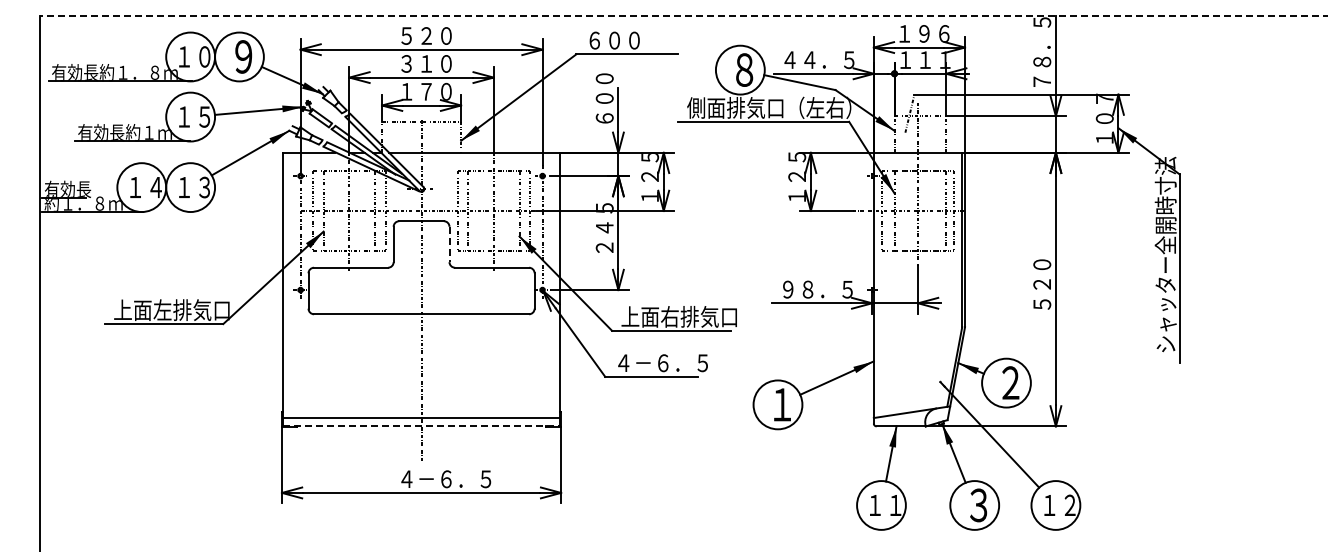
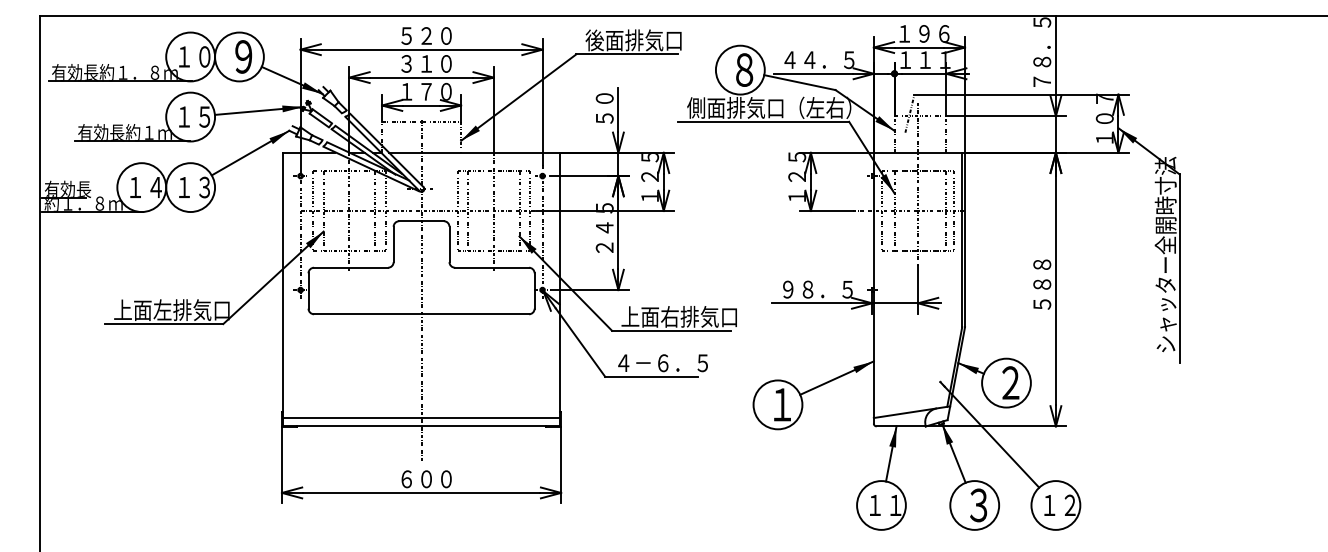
line at (683, 16): dashed -> solid
text at (633, 40): ６００ -> 後面排気口
text at (604, 98): ６００ -> ５０
line at (449, 244): dashed -> solid
text at (1042, 274): ５２０ -> ５８８
line at (421, 426): dashed -> solid
text at (446, 479): ４－６．５ -> ６００
